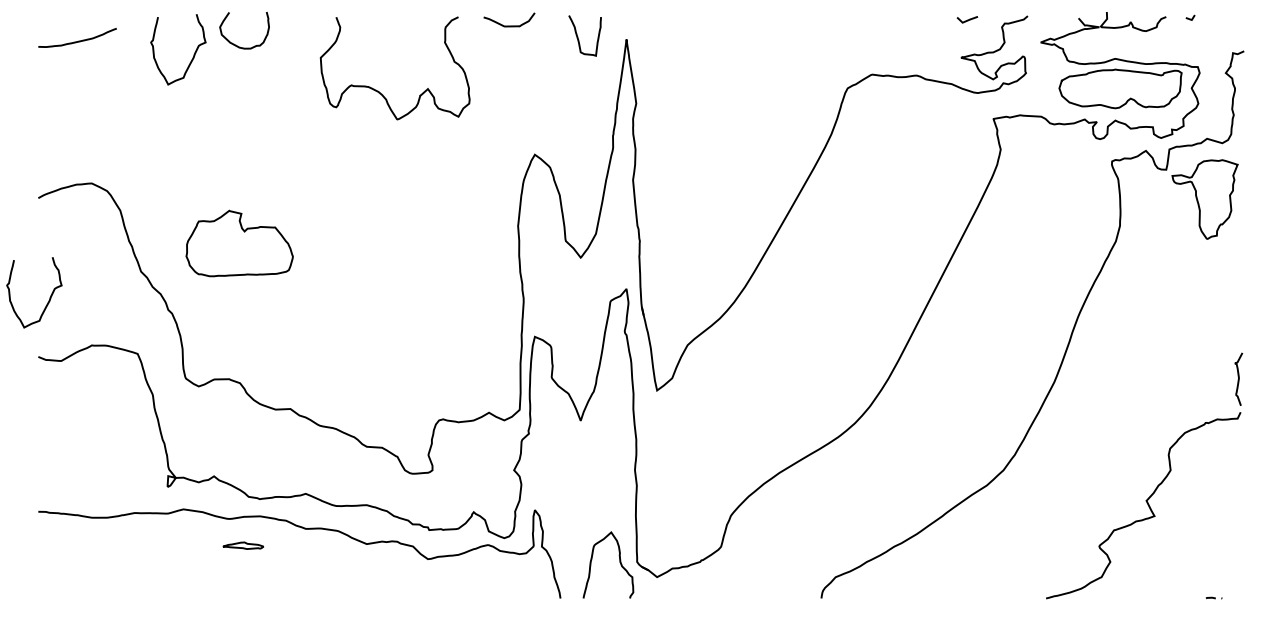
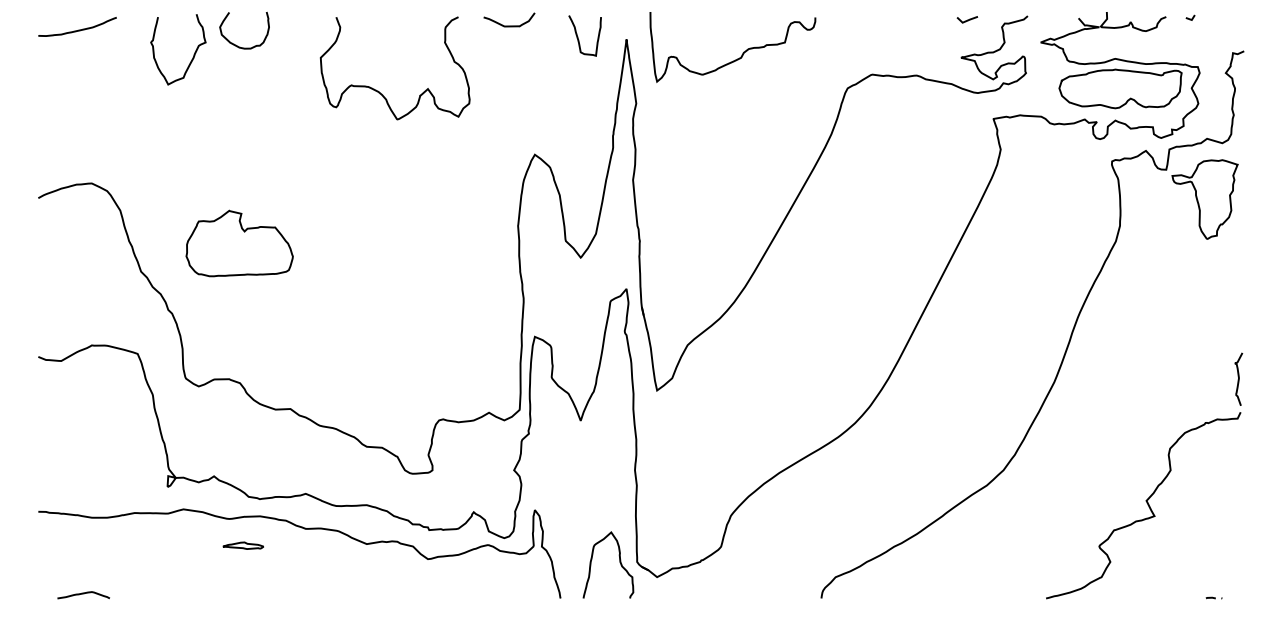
curve at (78, 40) position: (78, 40) -> (78, 29)
curve at (741, 54): none -> present
curve at (49, 297): present -> none
curve at (83, 594): none -> present
